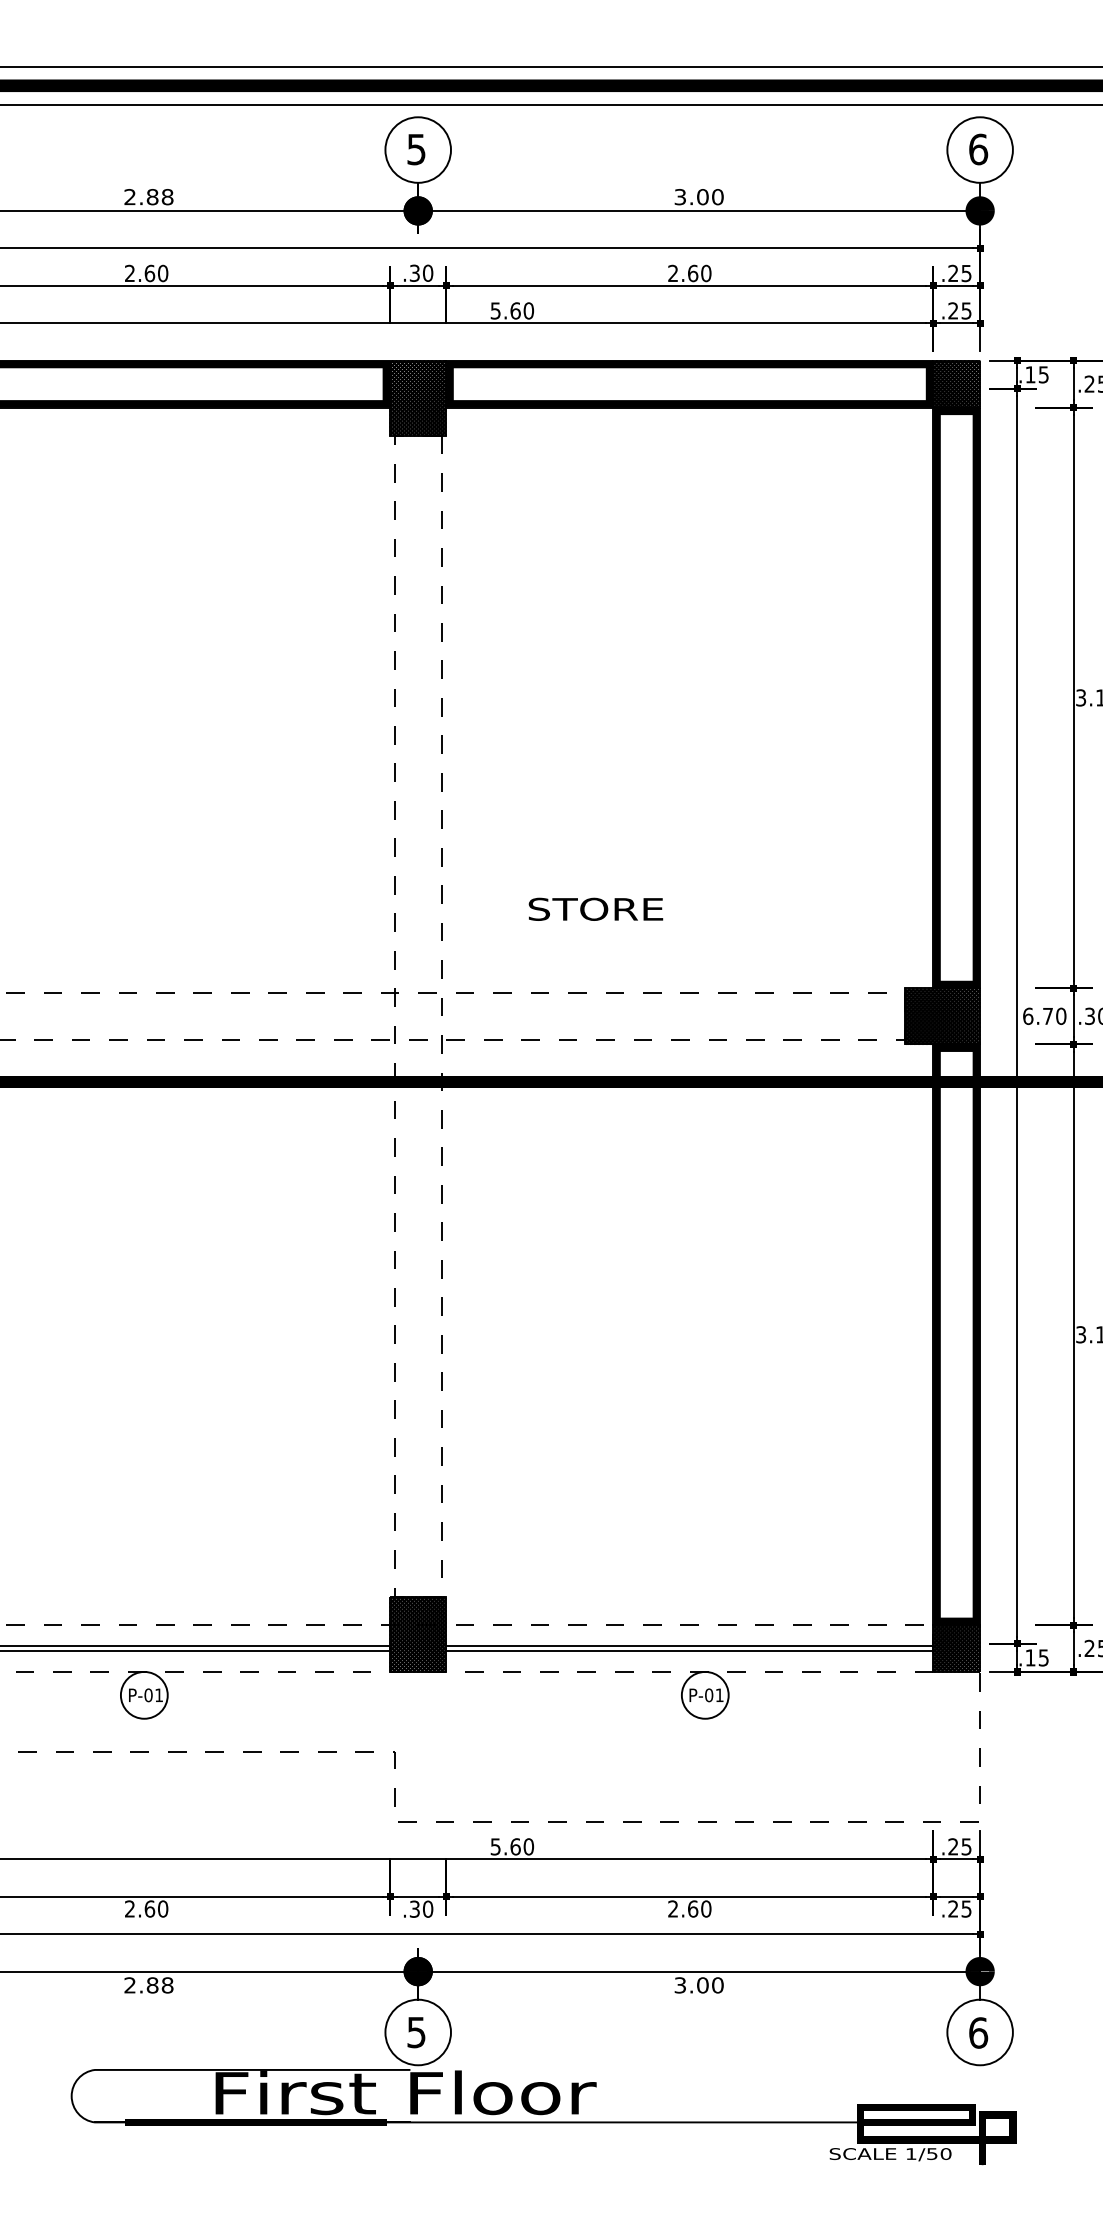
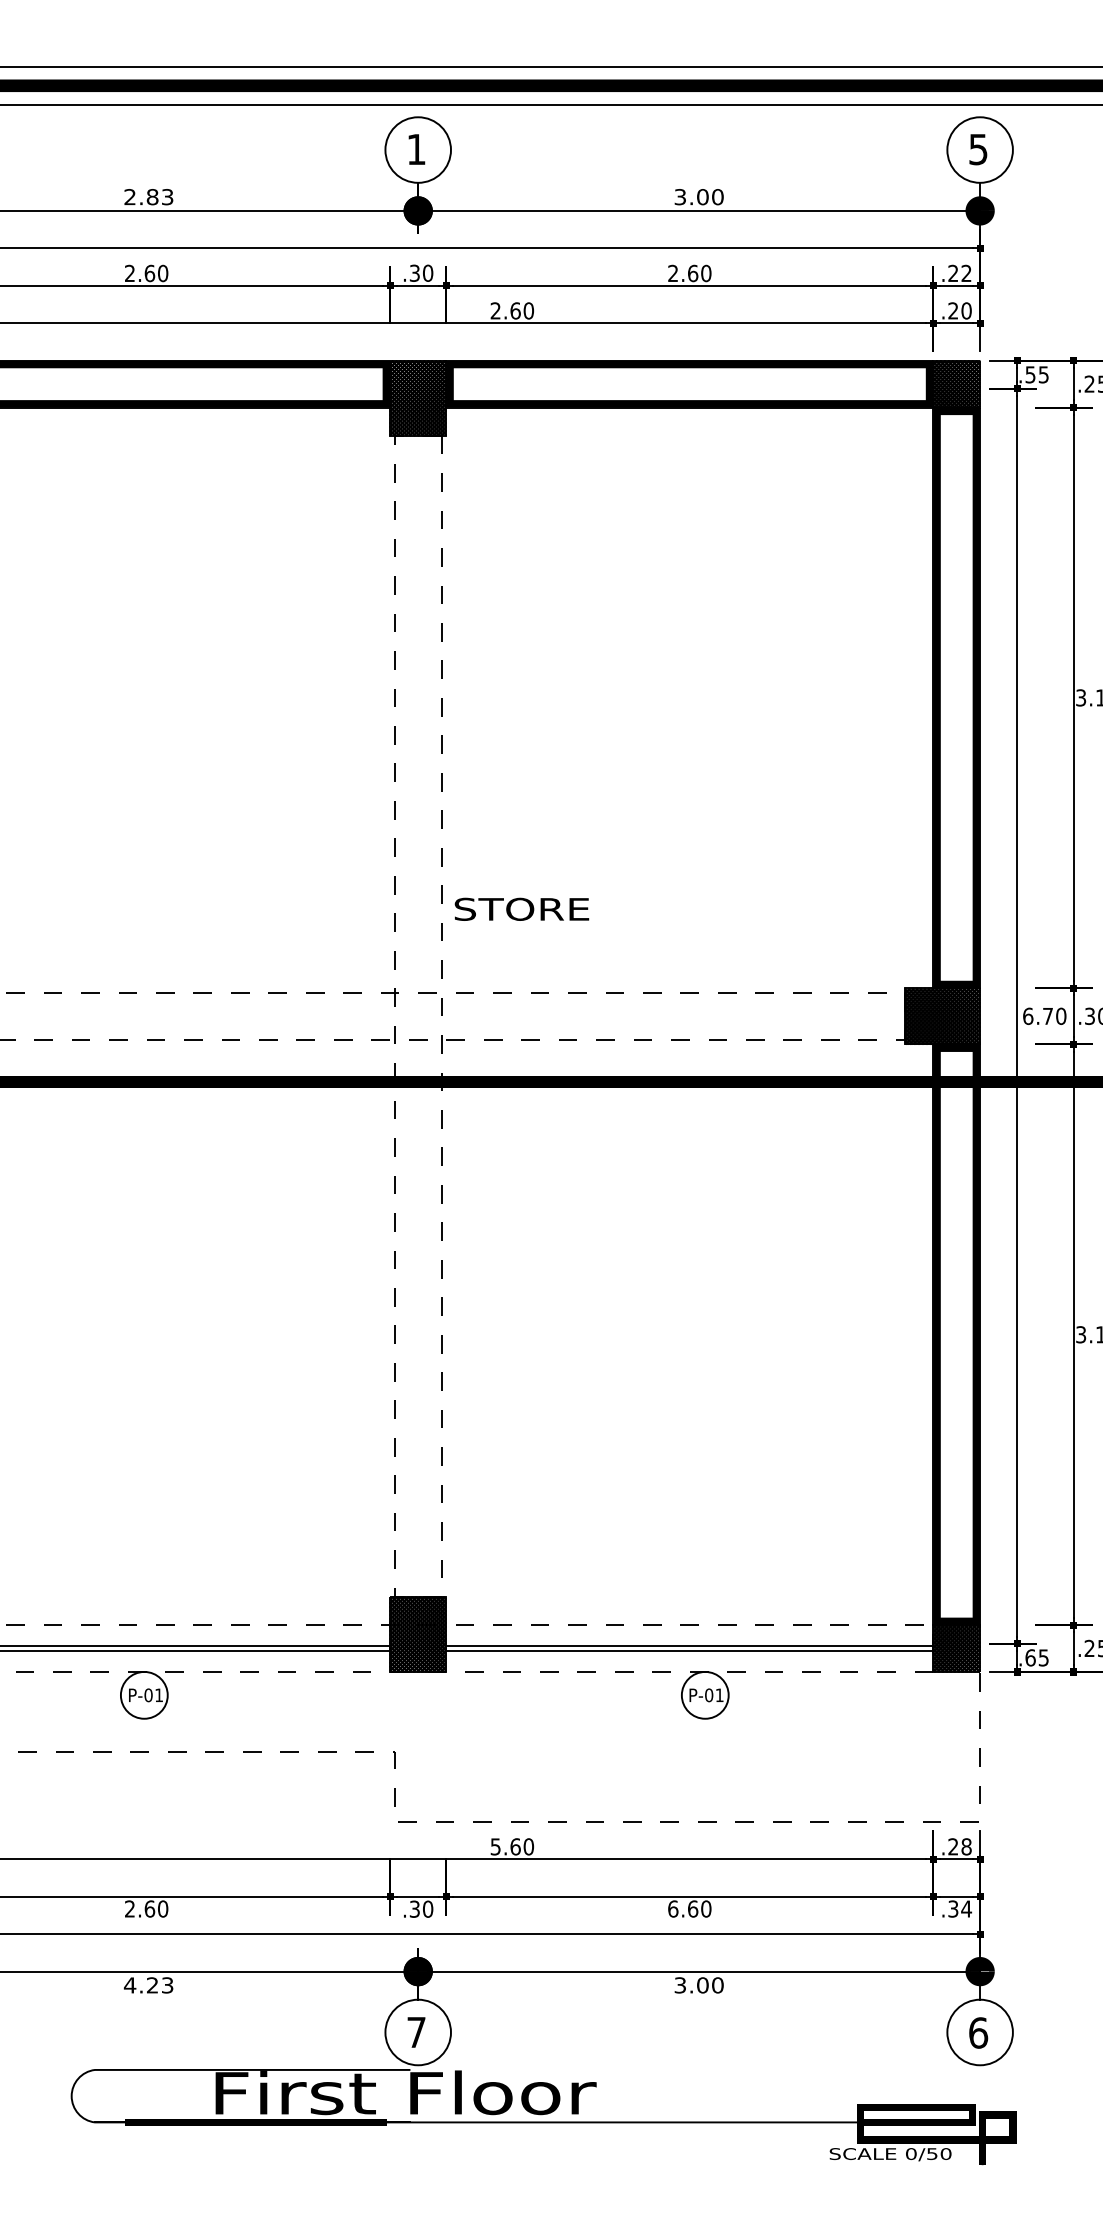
text at (416, 149): 5 -> 1
text at (978, 149): 6 -> 5
text at (167, 197): 2.88 -> 2.83
text at (966, 273): .25 -> .22
text at (495, 310): 5.60 -> 2.60
text at (966, 310): .25 -> .20
text at (1030, 374): .15 -> .55
text at (595, 908) position: (595, 908) -> (521, 908)
text at (1030, 1657): .15 -> .65
text at (966, 1846): .25 -> .28
text at (673, 1908): 2.60 -> 6.60
text at (960, 1908): .25 -> .34
text at (148, 1985): 2.88 -> 4.23
text at (416, 2032): 5 -> 7
text at (911, 2153): 1/50 -> 0/50
